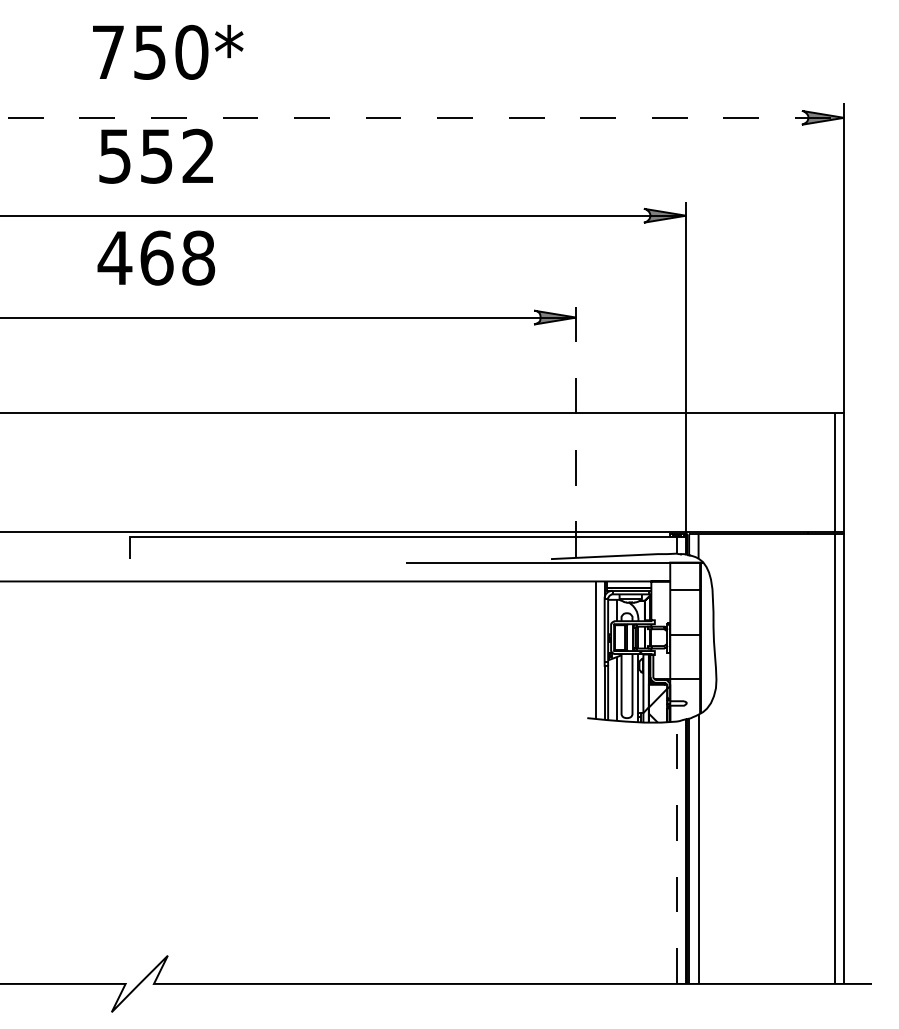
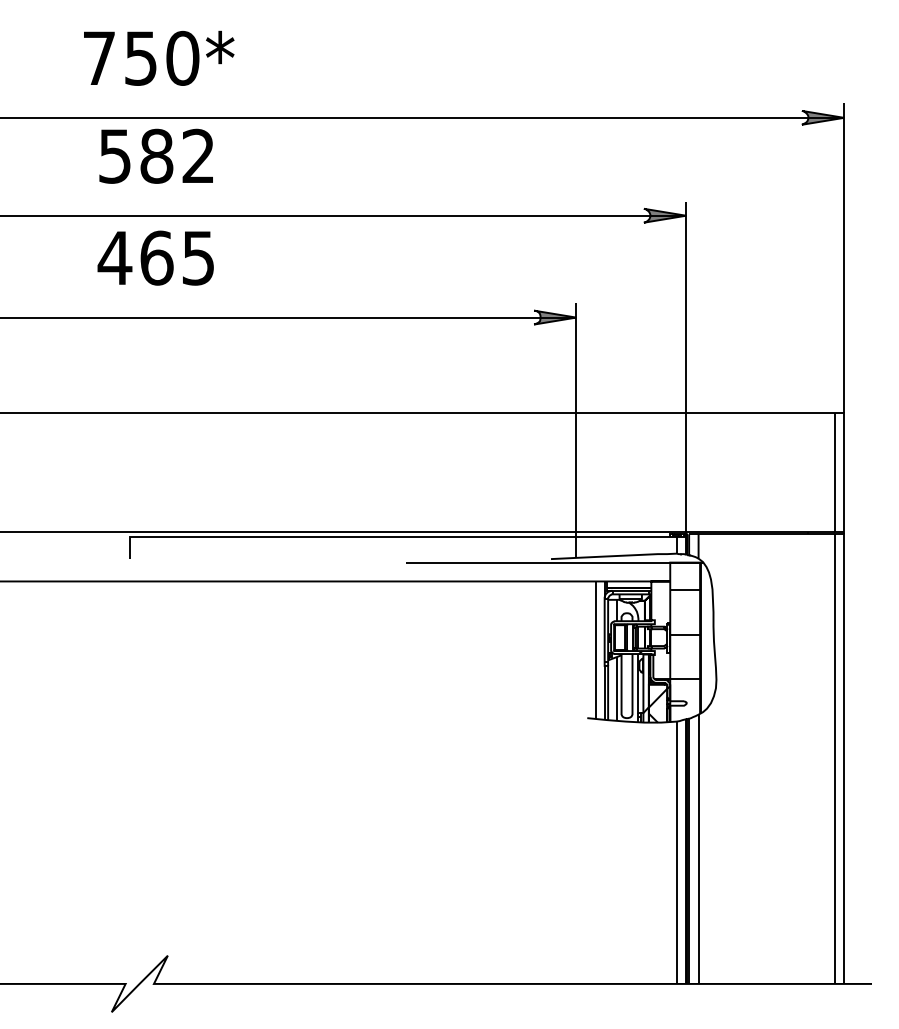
text at (168, 51) position: (168, 51) -> (159, 57)
line at (422, 117): dashed -> solid
text at (156, 155): 552 -> 582
text at (198, 257): 468 -> 465
line at (576, 430): dashed -> solid
line at (676, 852): dashed -> solid
